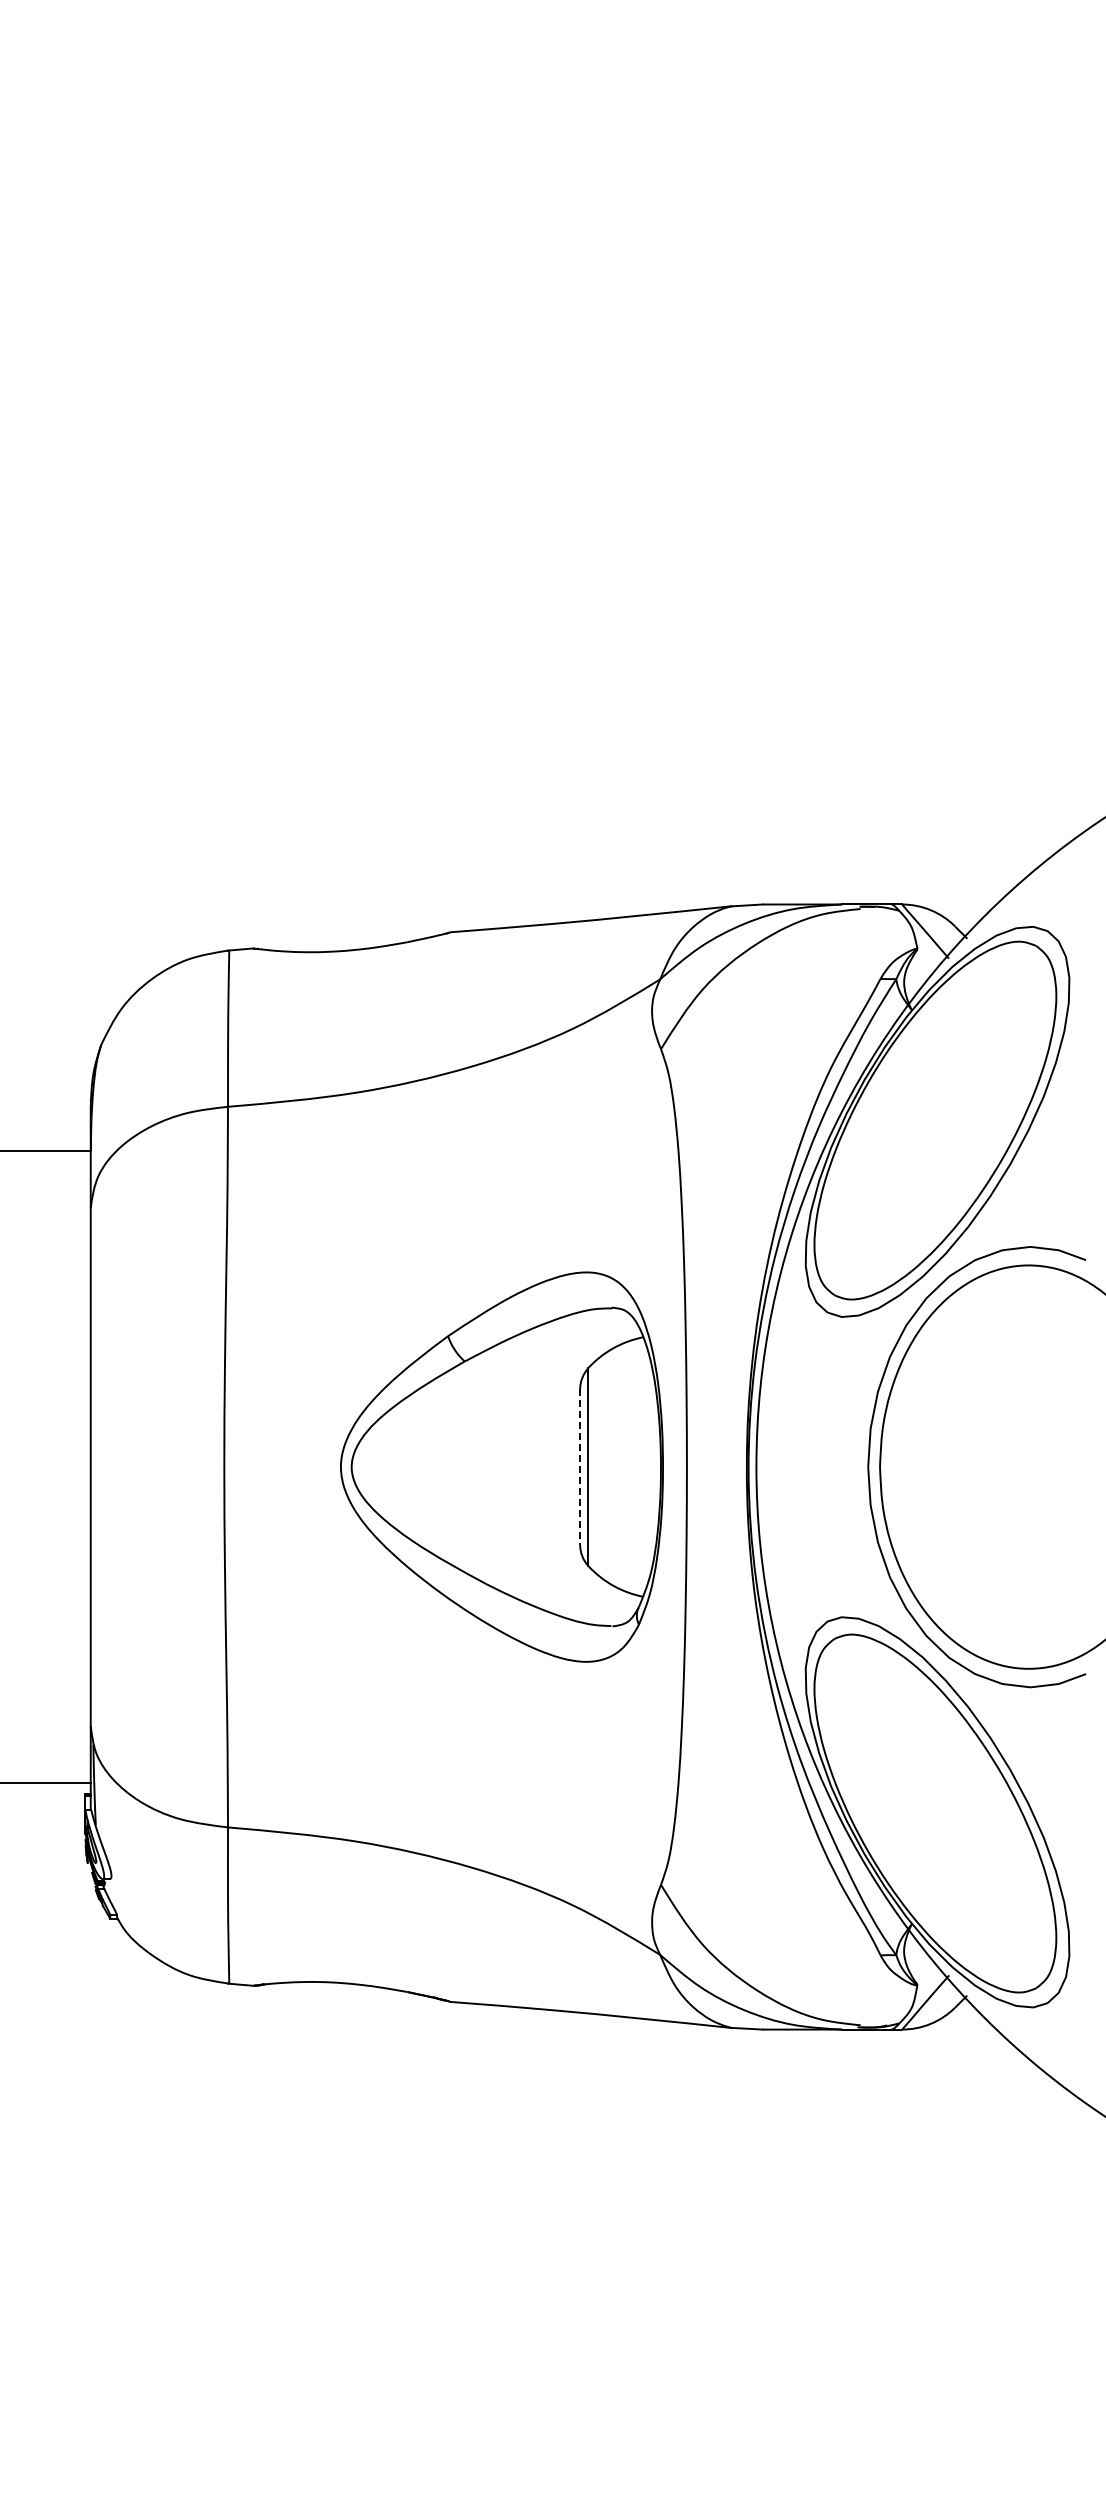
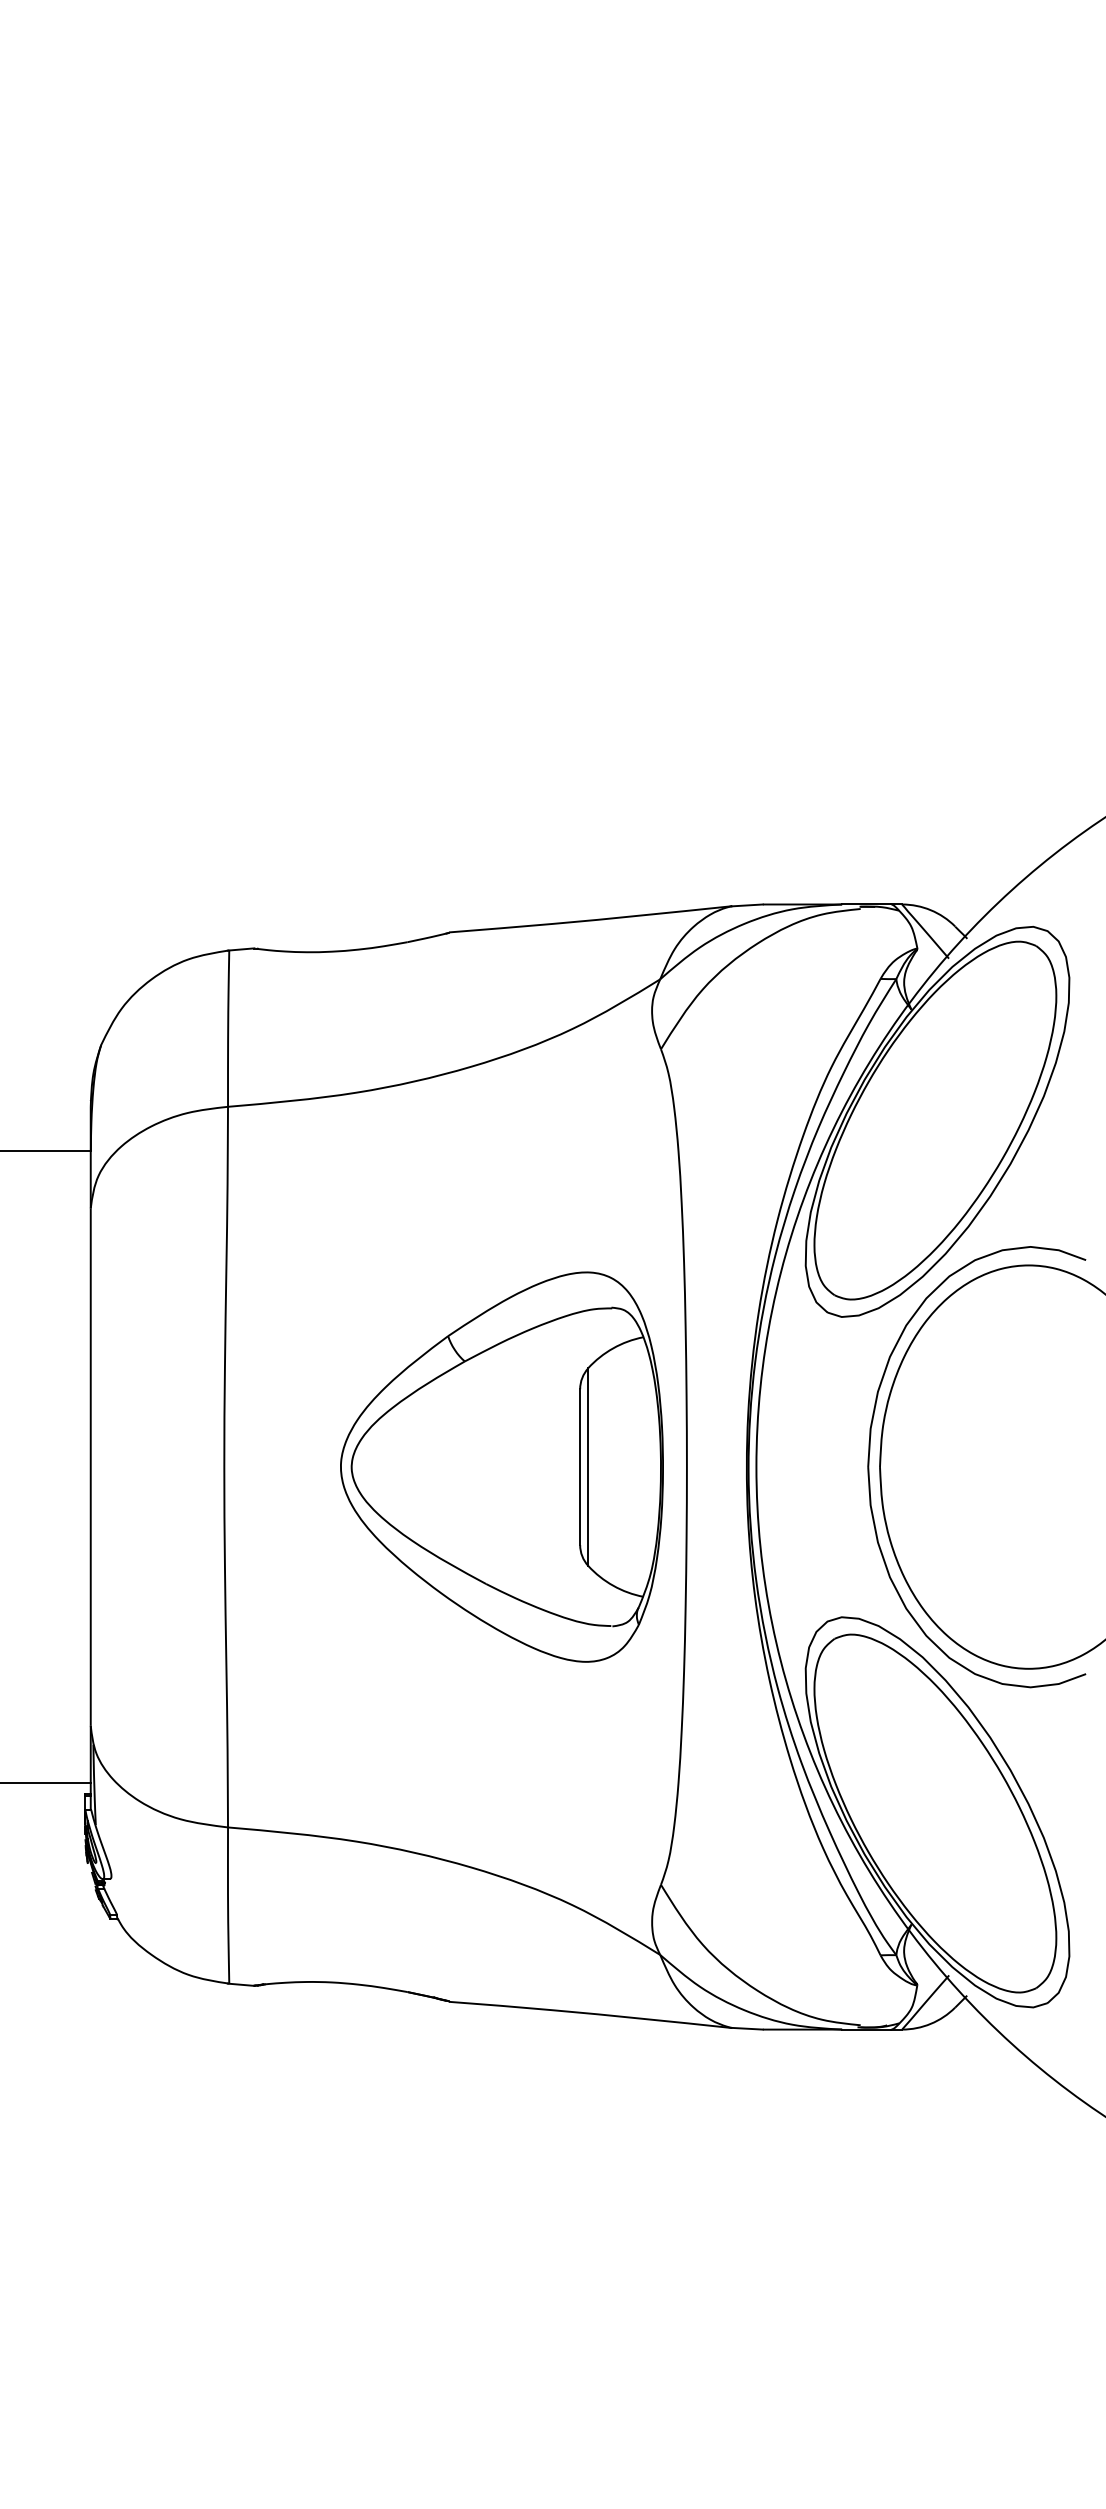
line at (580, 1467): dashed -> solid
